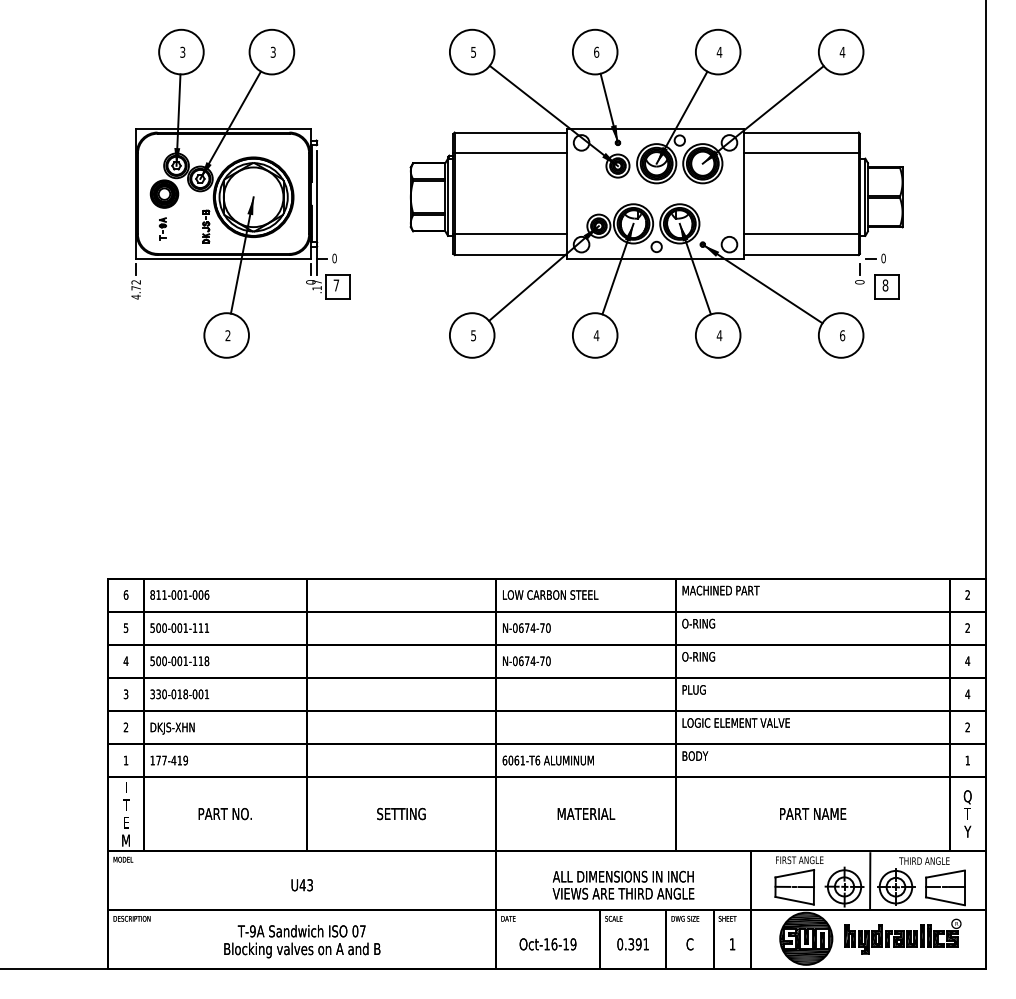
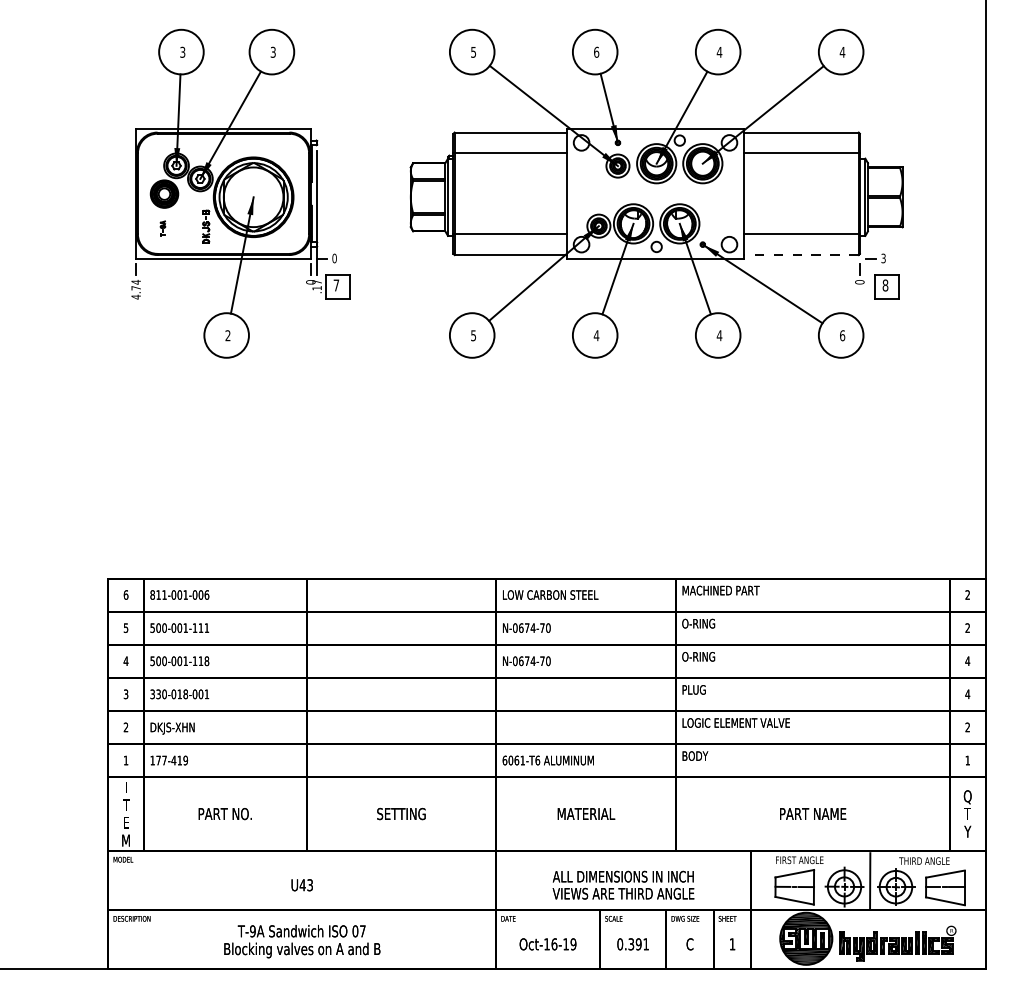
part at (162, 228) size: 8x24 px -> 8x17 px
line at (801, 255): solid -> dashed
text at (883, 258): 0 -> 3
text at (135, 281): 4.72 -> 4.74
part at (902, 936) position: (902, 936) -> (897, 943)
